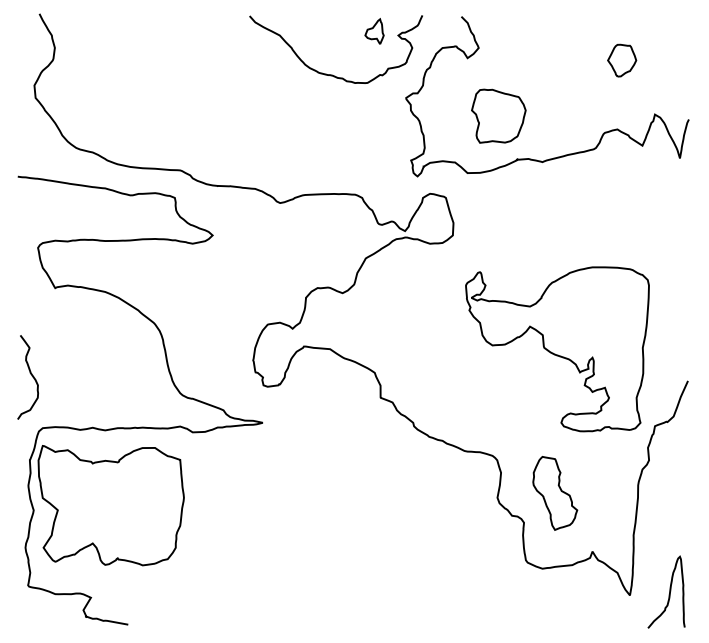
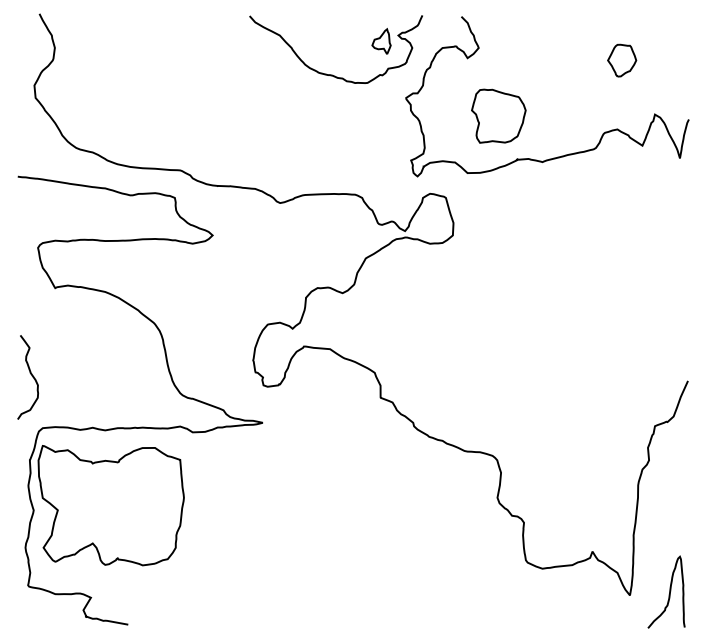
part at (374, 31) position: (374, 31) -> (381, 41)
part at (557, 349): present -> none
part at (555, 493): present -> none
